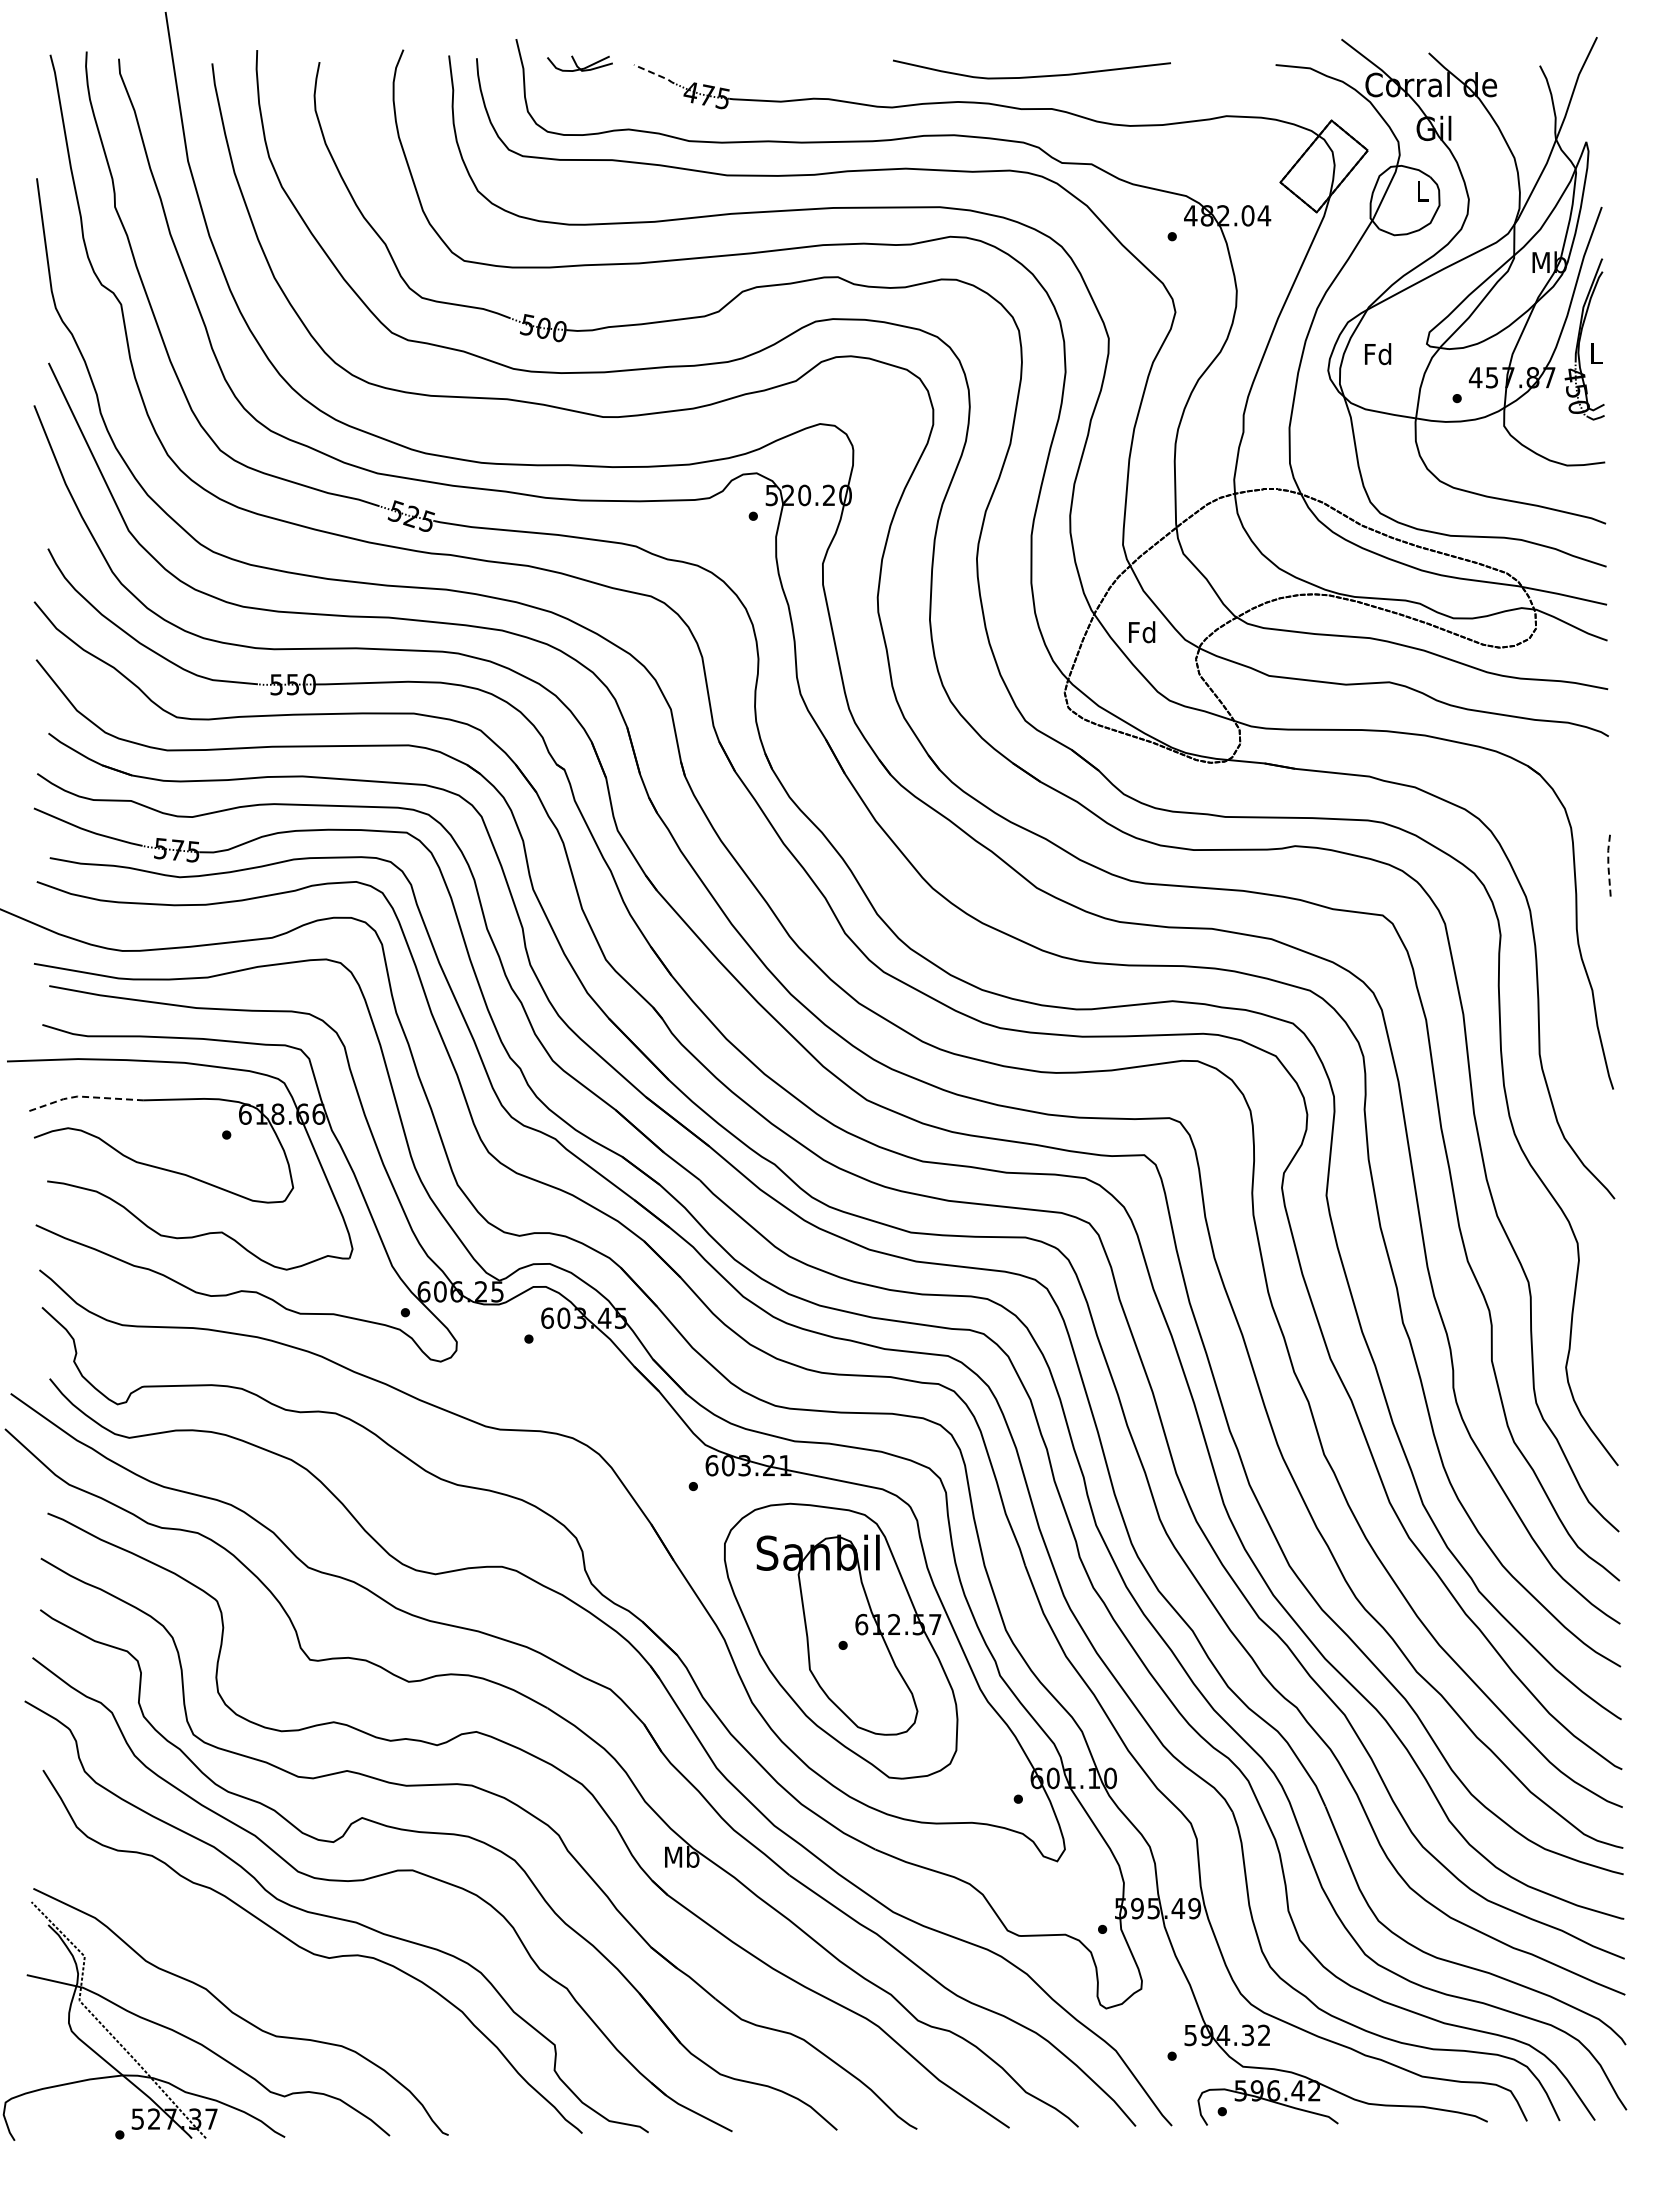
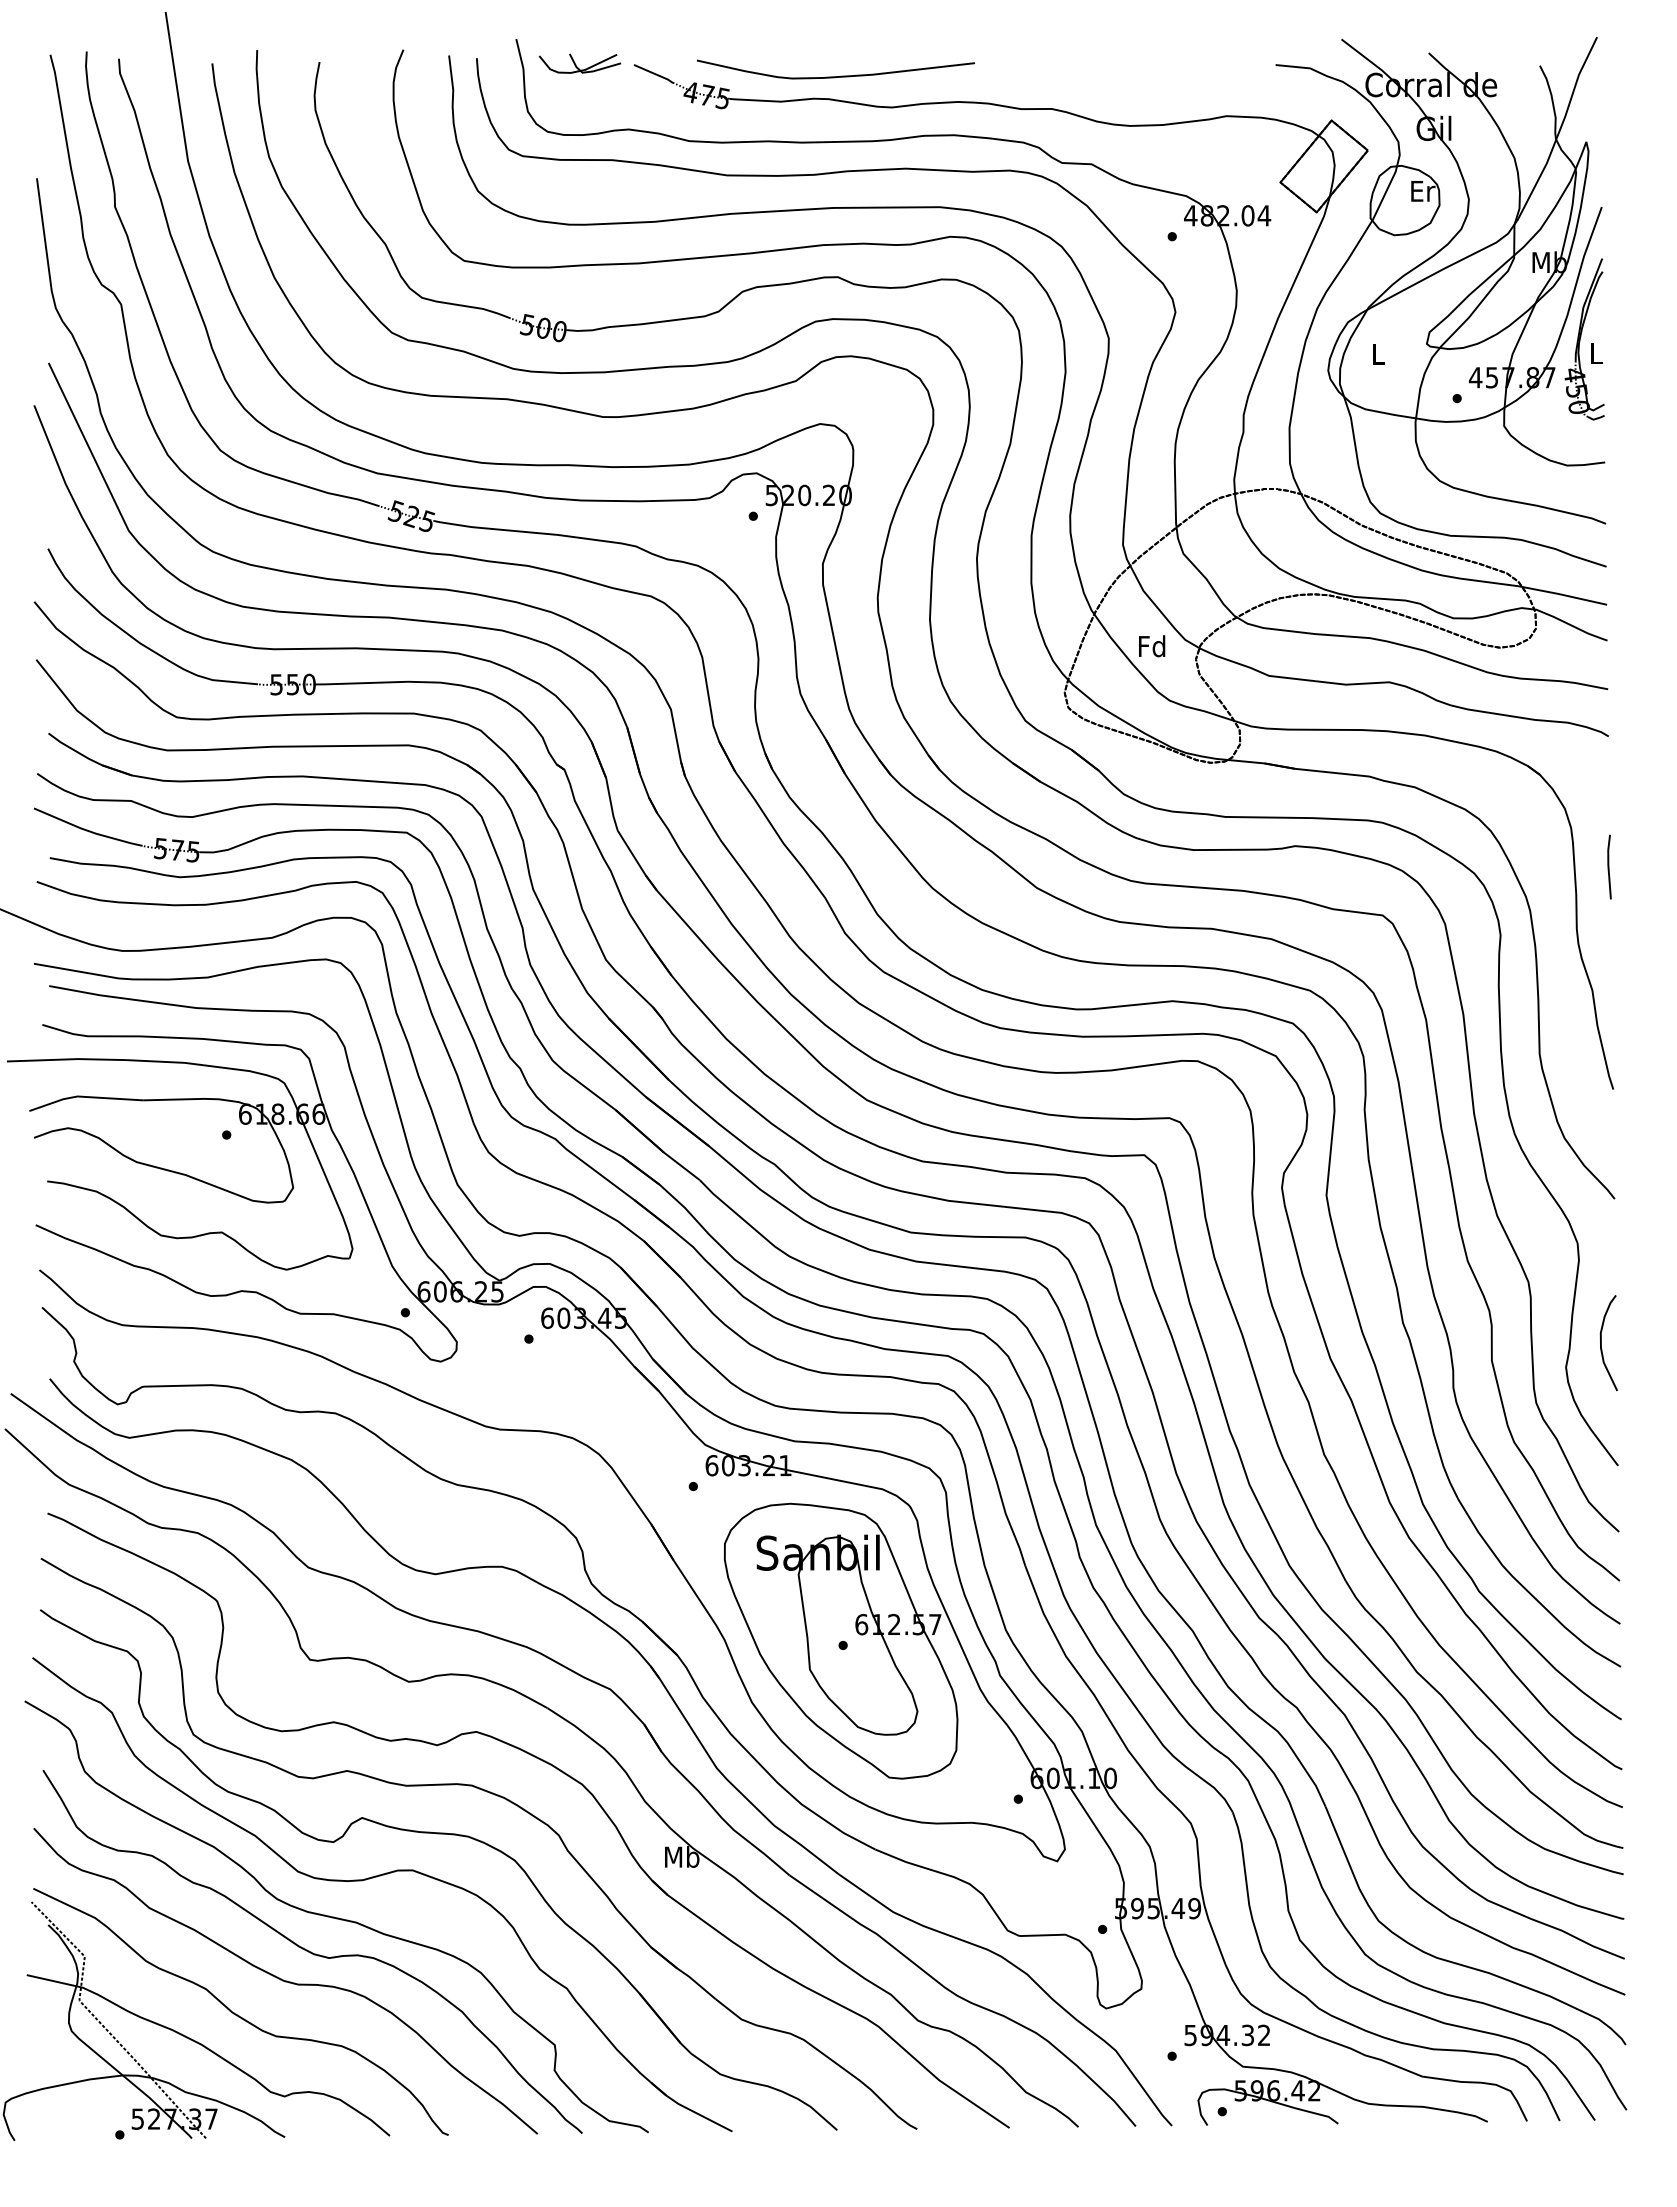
part at (579, 63) size: 66x17 px -> 84x21 px
line at (655, 74): dashed -> solid
curve at (1031, 76) position: (1031, 76) -> (835, 76)
text at (1423, 191): L -> Er
text at (1378, 354): Fd -> L
text at (1142, 632) position: (1142, 632) -> (1152, 646)
line at (1608, 866): dashed -> solid
line at (83, 1096): dashed -> solid
curve at (1601, 1343): none -> present
curve at (285, 1980): none -> present
